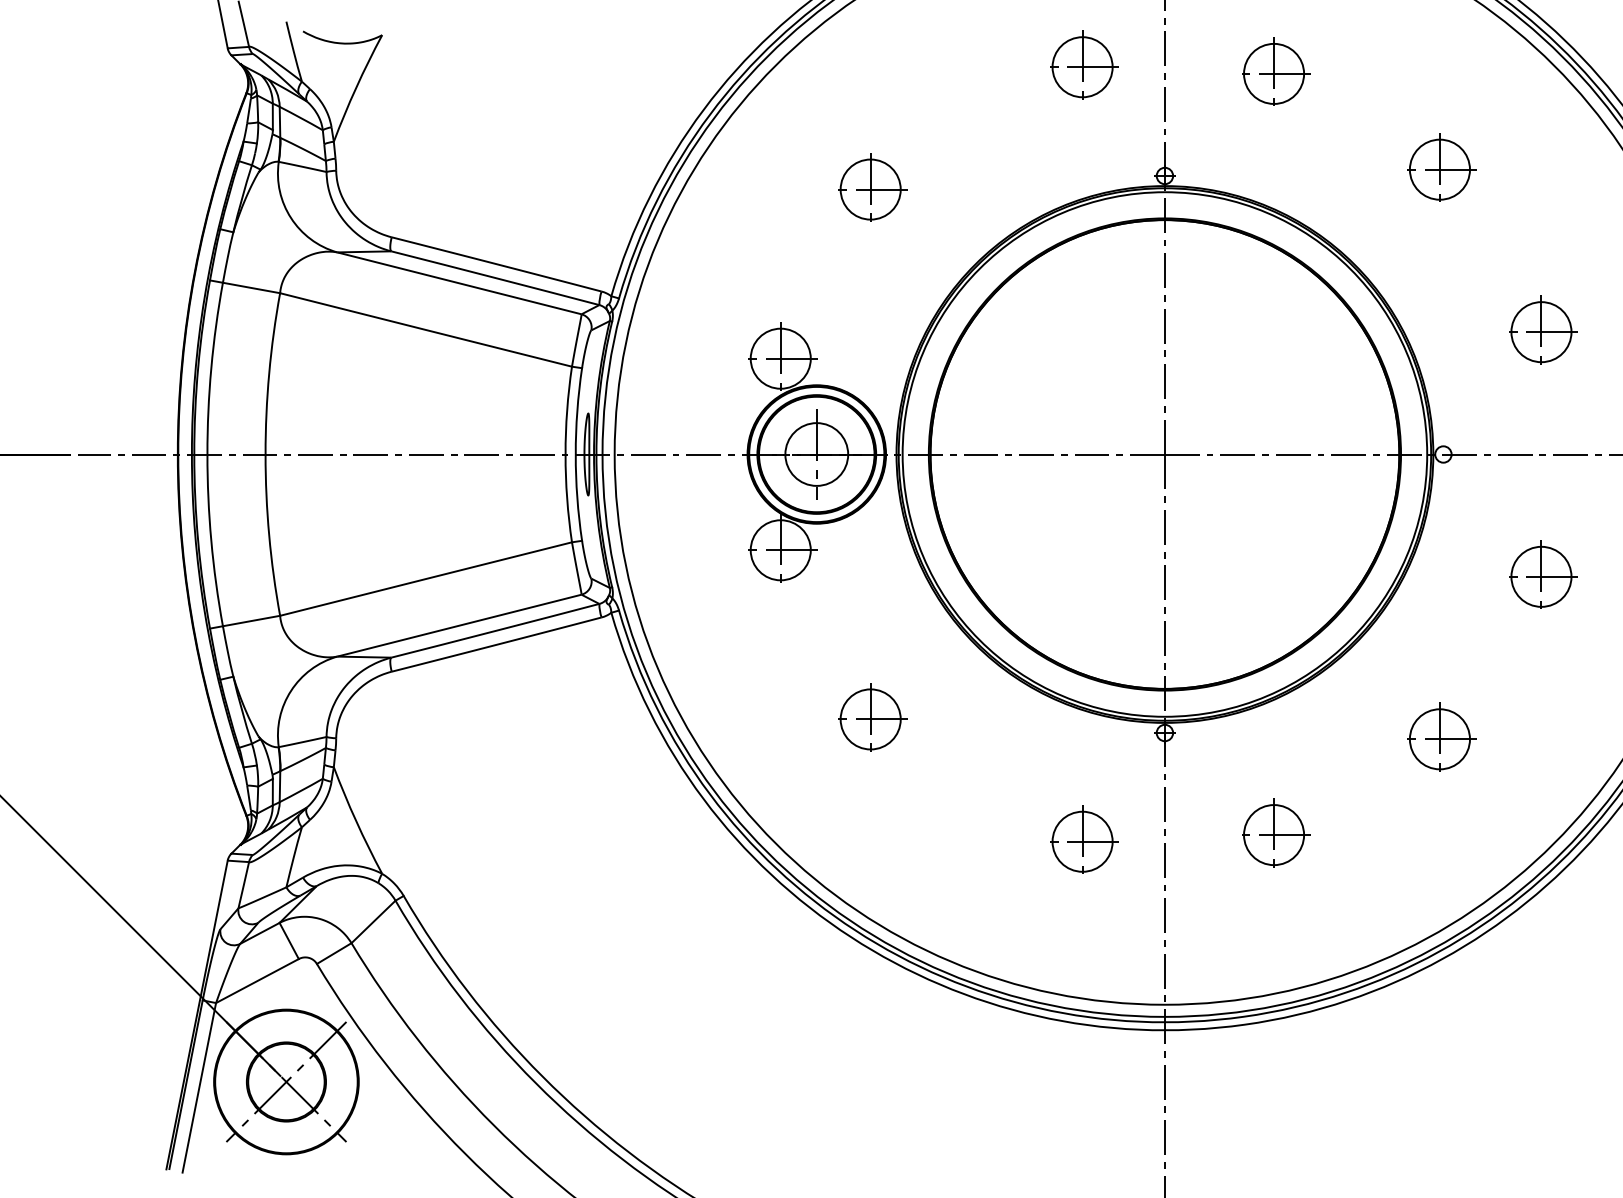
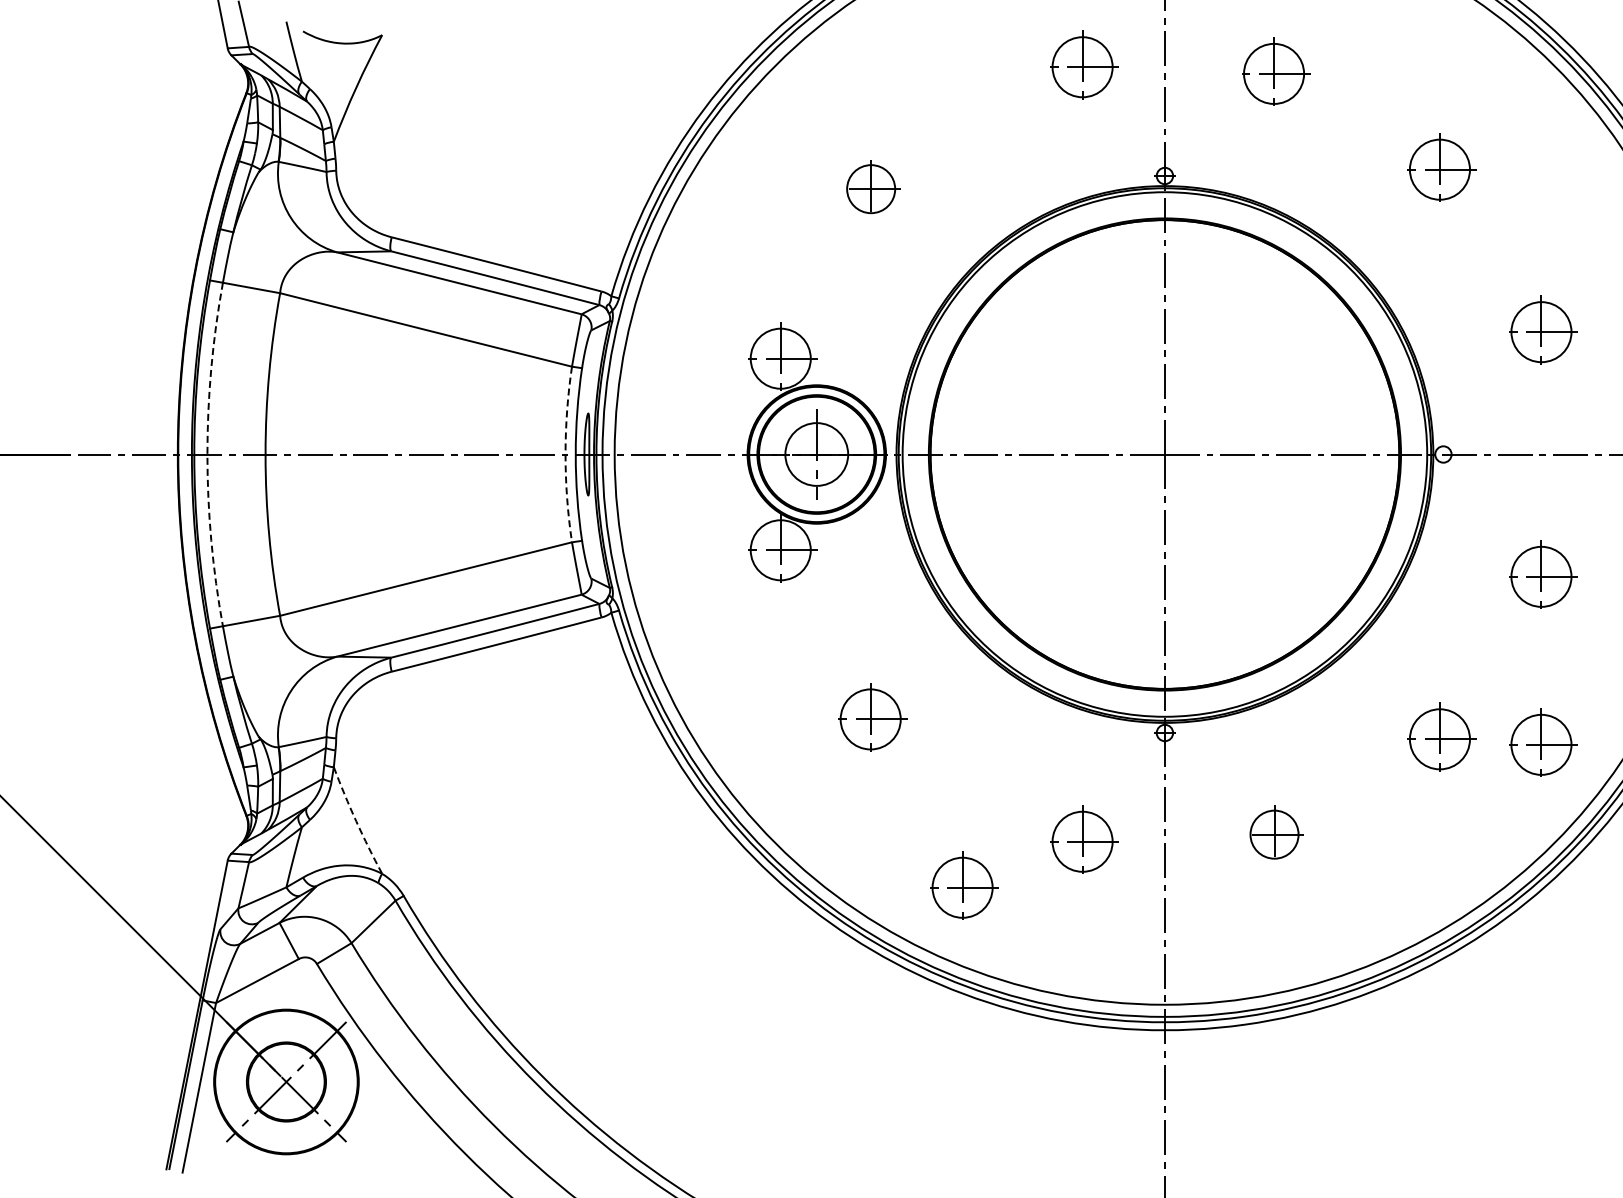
part at (872, 187) size: 70x69 px -> 55x55 px
arc at (207, 454): solid -> dashed
arc at (565, 454): solid -> dashed
part at (1543, 742): none -> present
arc at (356, 821): solid -> dashed
part at (1276, 832) size: 69x70 px -> 55x55 px
part at (964, 885): none -> present
